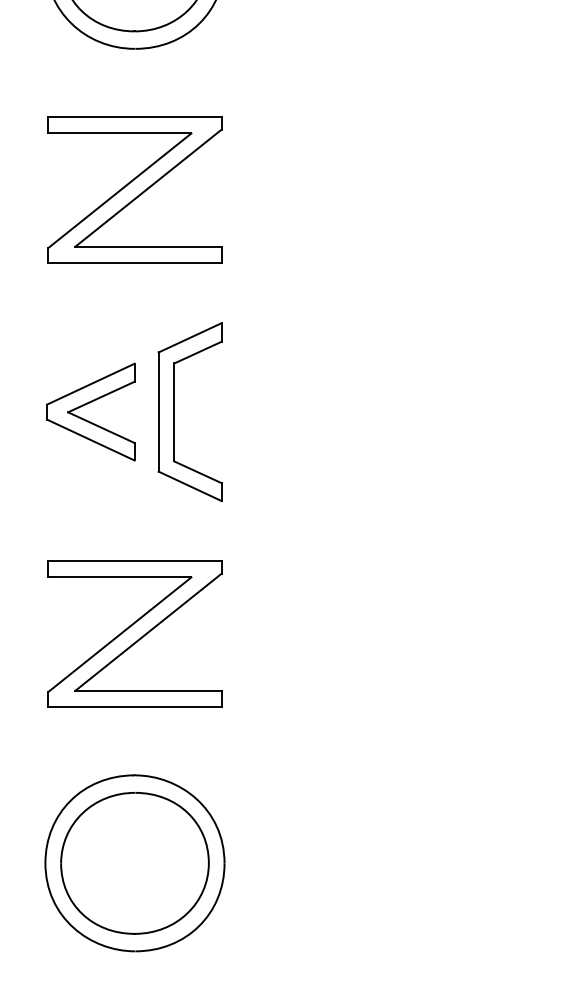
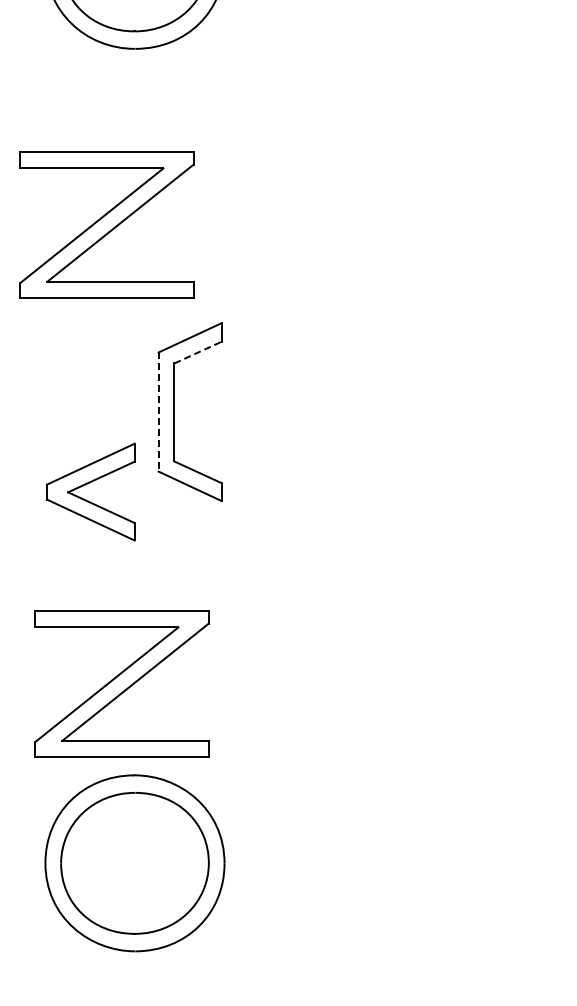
part at (134, 189) position: (134, 189) -> (106, 224)
line at (198, 352): solid -> dashed
part at (87, 404) position: (87, 404) -> (87, 484)
line at (158, 412): solid -> dashed
part at (134, 633) position: (134, 633) -> (121, 683)
